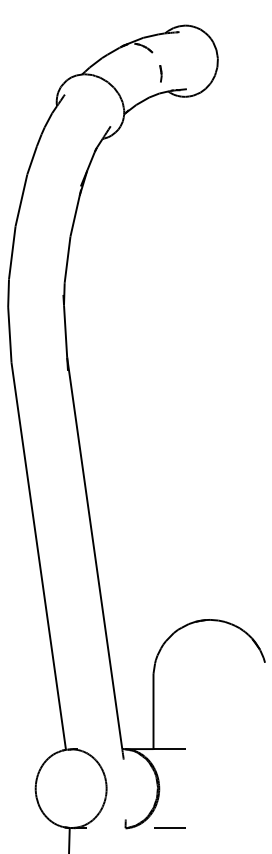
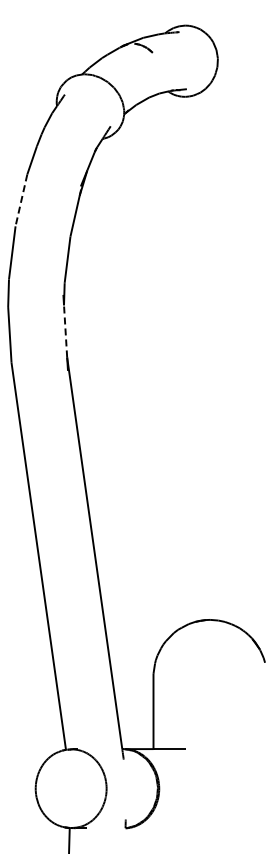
line at (160, 73): present -> none
line at (21, 200): solid -> dashed
line at (65, 330): solid -> dashed
line at (169, 827): present -> none
